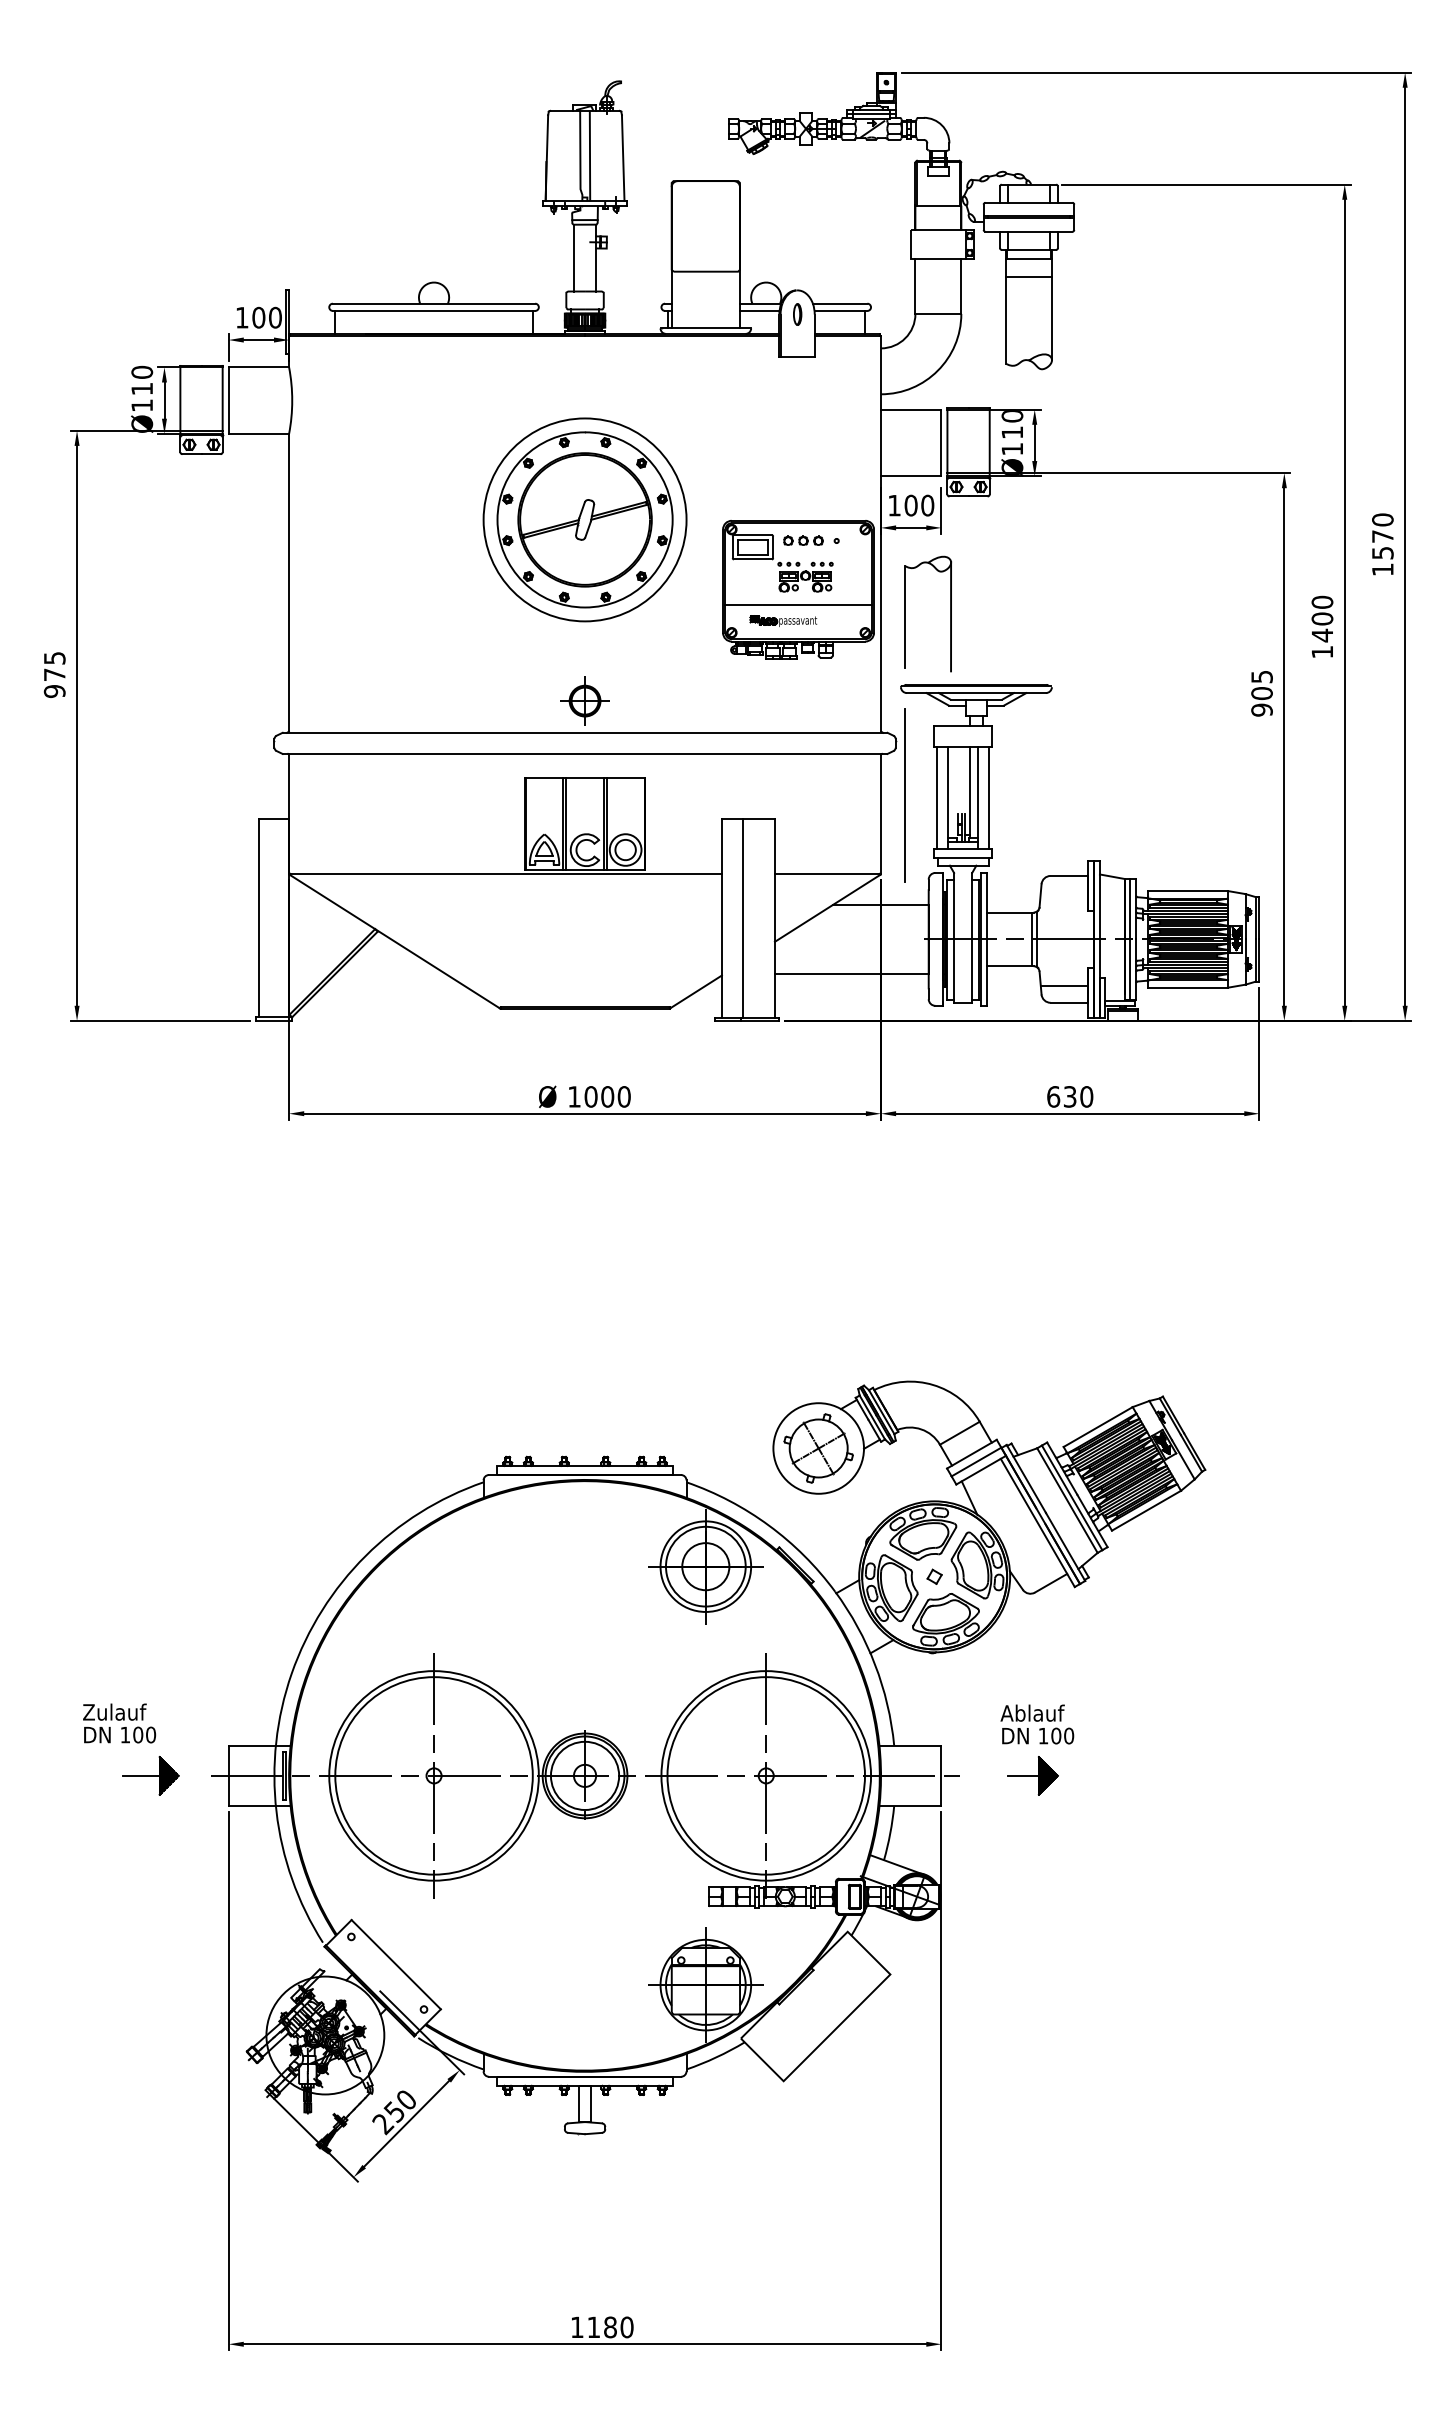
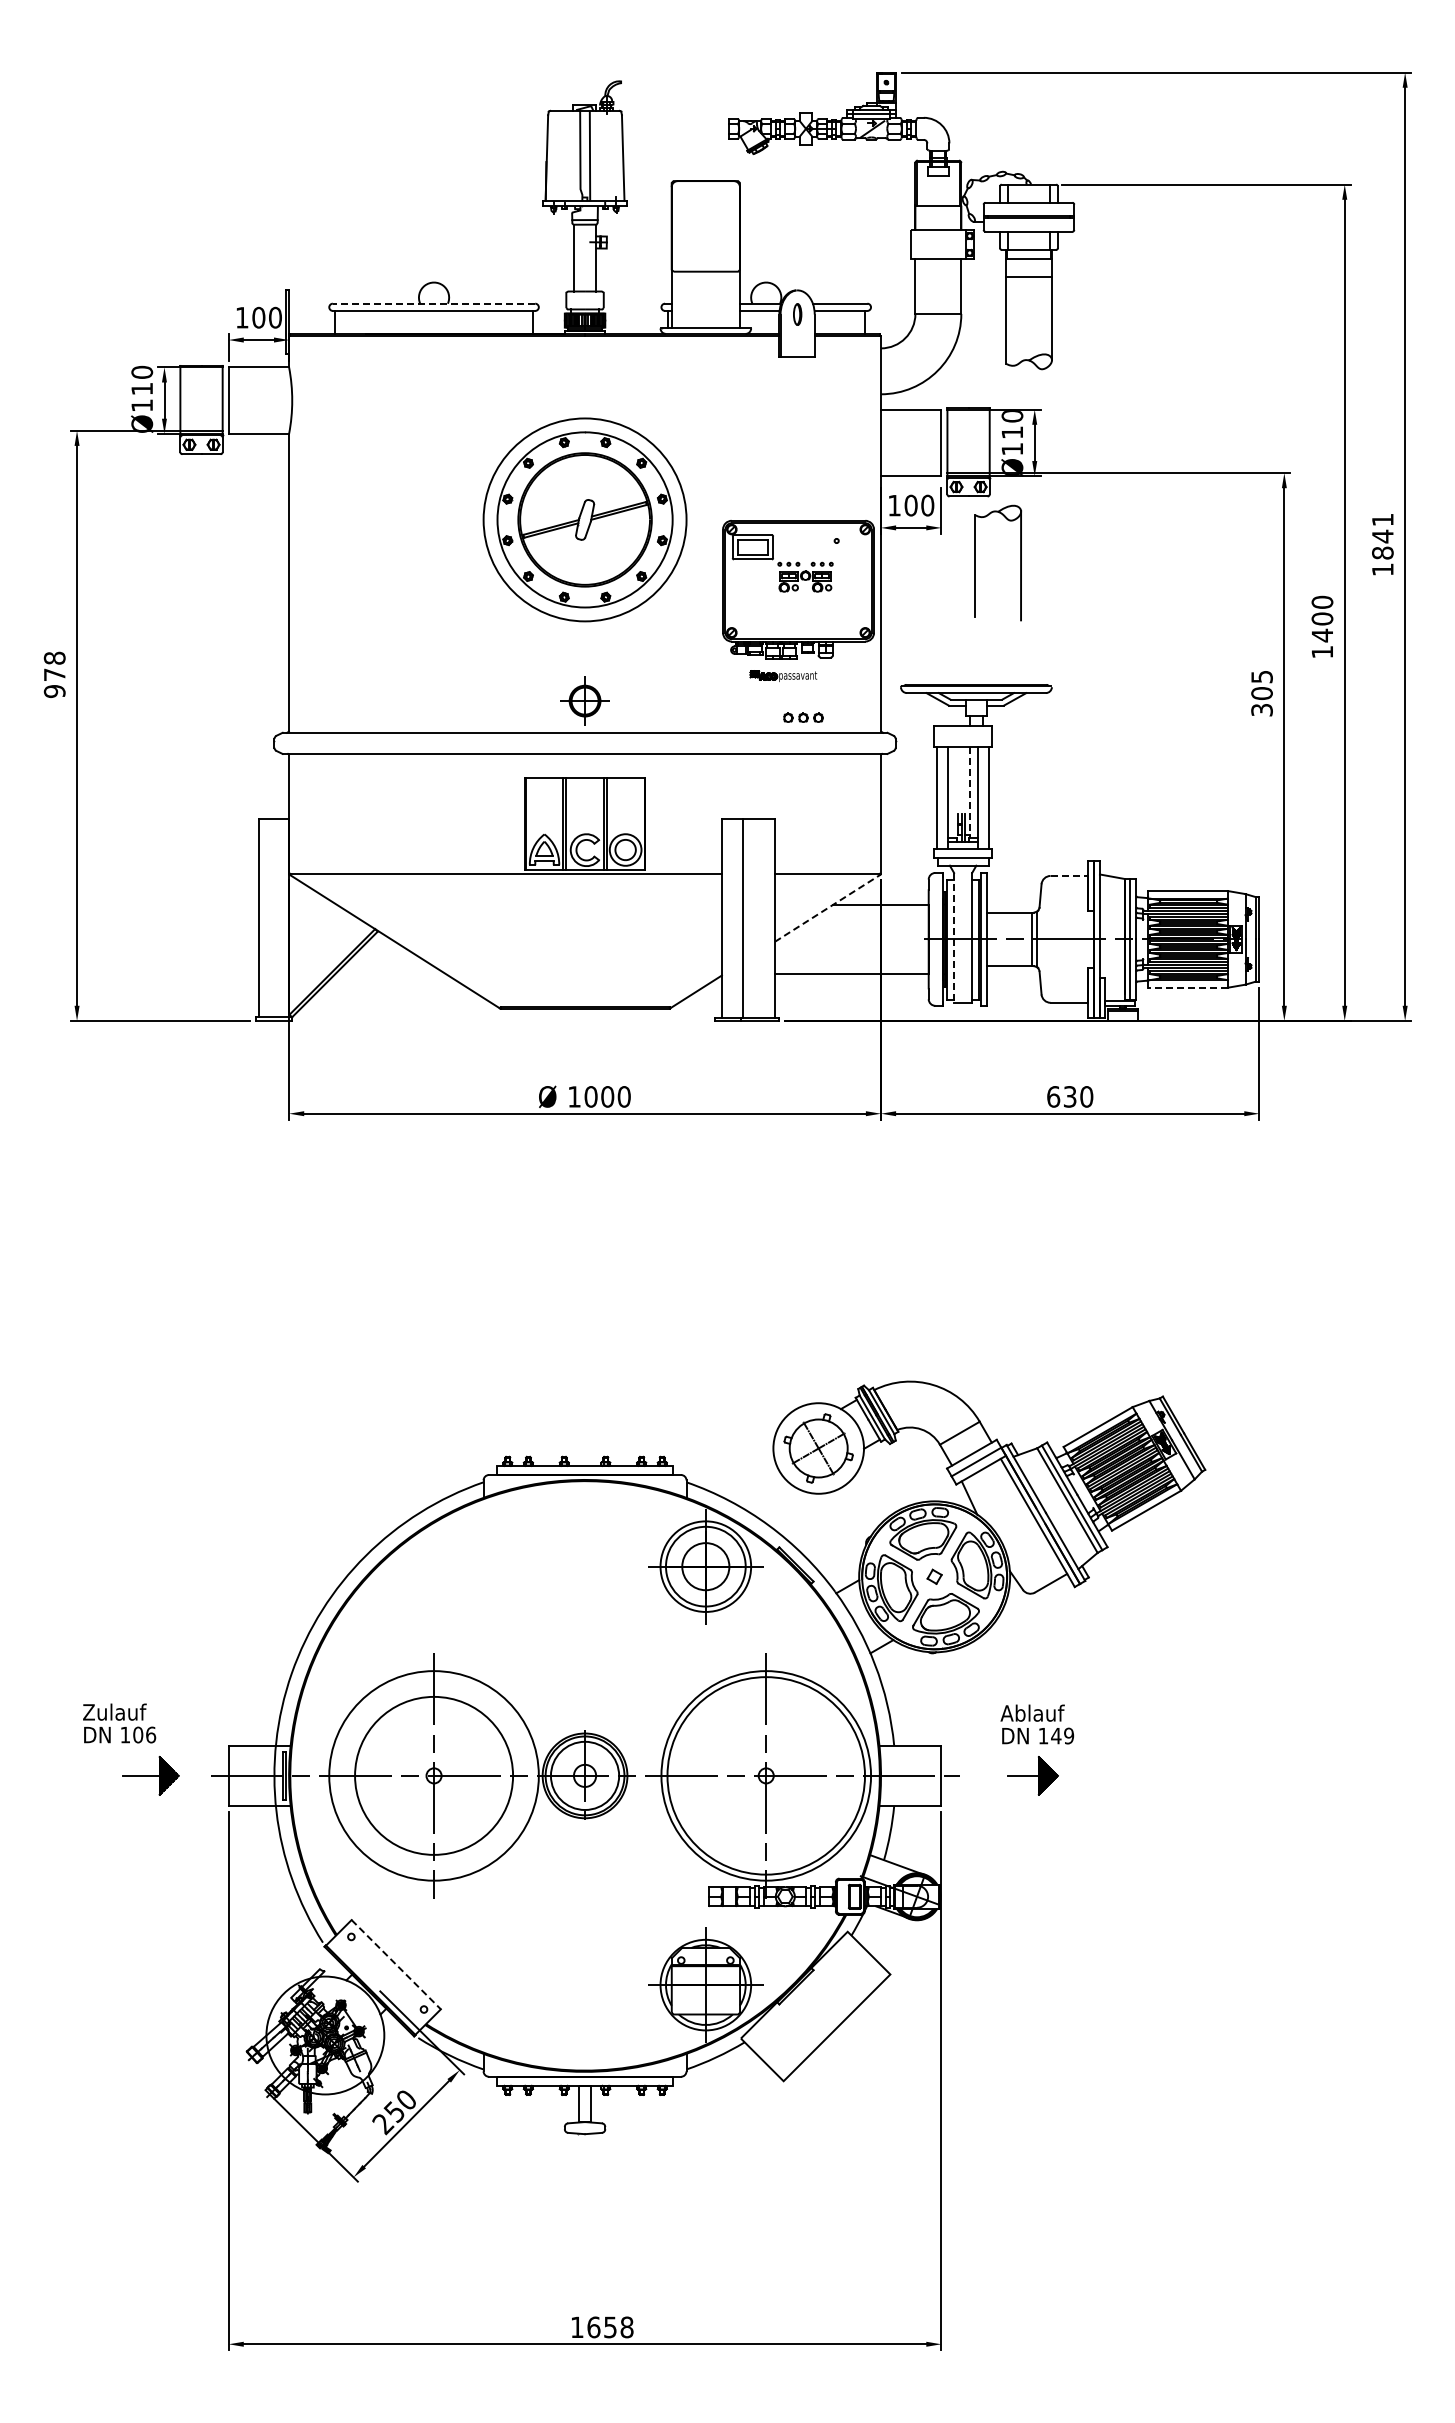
line at (433, 303): solid -> dashed
text at (1382, 536): 1570 -> 1841
part at (803, 540) position: (803, 540) -> (803, 717)
line at (798, 604): present -> none
part at (950, 613) position: (950, 613) -> (1020, 562)
part at (783, 620) position: (783, 620) -> (783, 675)
text at (54, 657): 975 -> 978
text at (1261, 709): 905 -> 305
line at (970, 793): solid -> dashed
line at (905, 795): present -> none
line at (1069, 875): solid -> dashed
line at (828, 908): solid -> dashed
line at (954, 937): solid -> dashed
line at (1065, 986): present -> none
line at (1188, 987): solid -> dashed
text at (151, 1734): 100 -> 106
text at (1062, 1735): 100 -> 149
circle at (433, 1775) diameter: 198 px -> 158 px
line at (396, 1965): solid -> dashed
text at (610, 2327): 1180 -> 1658
